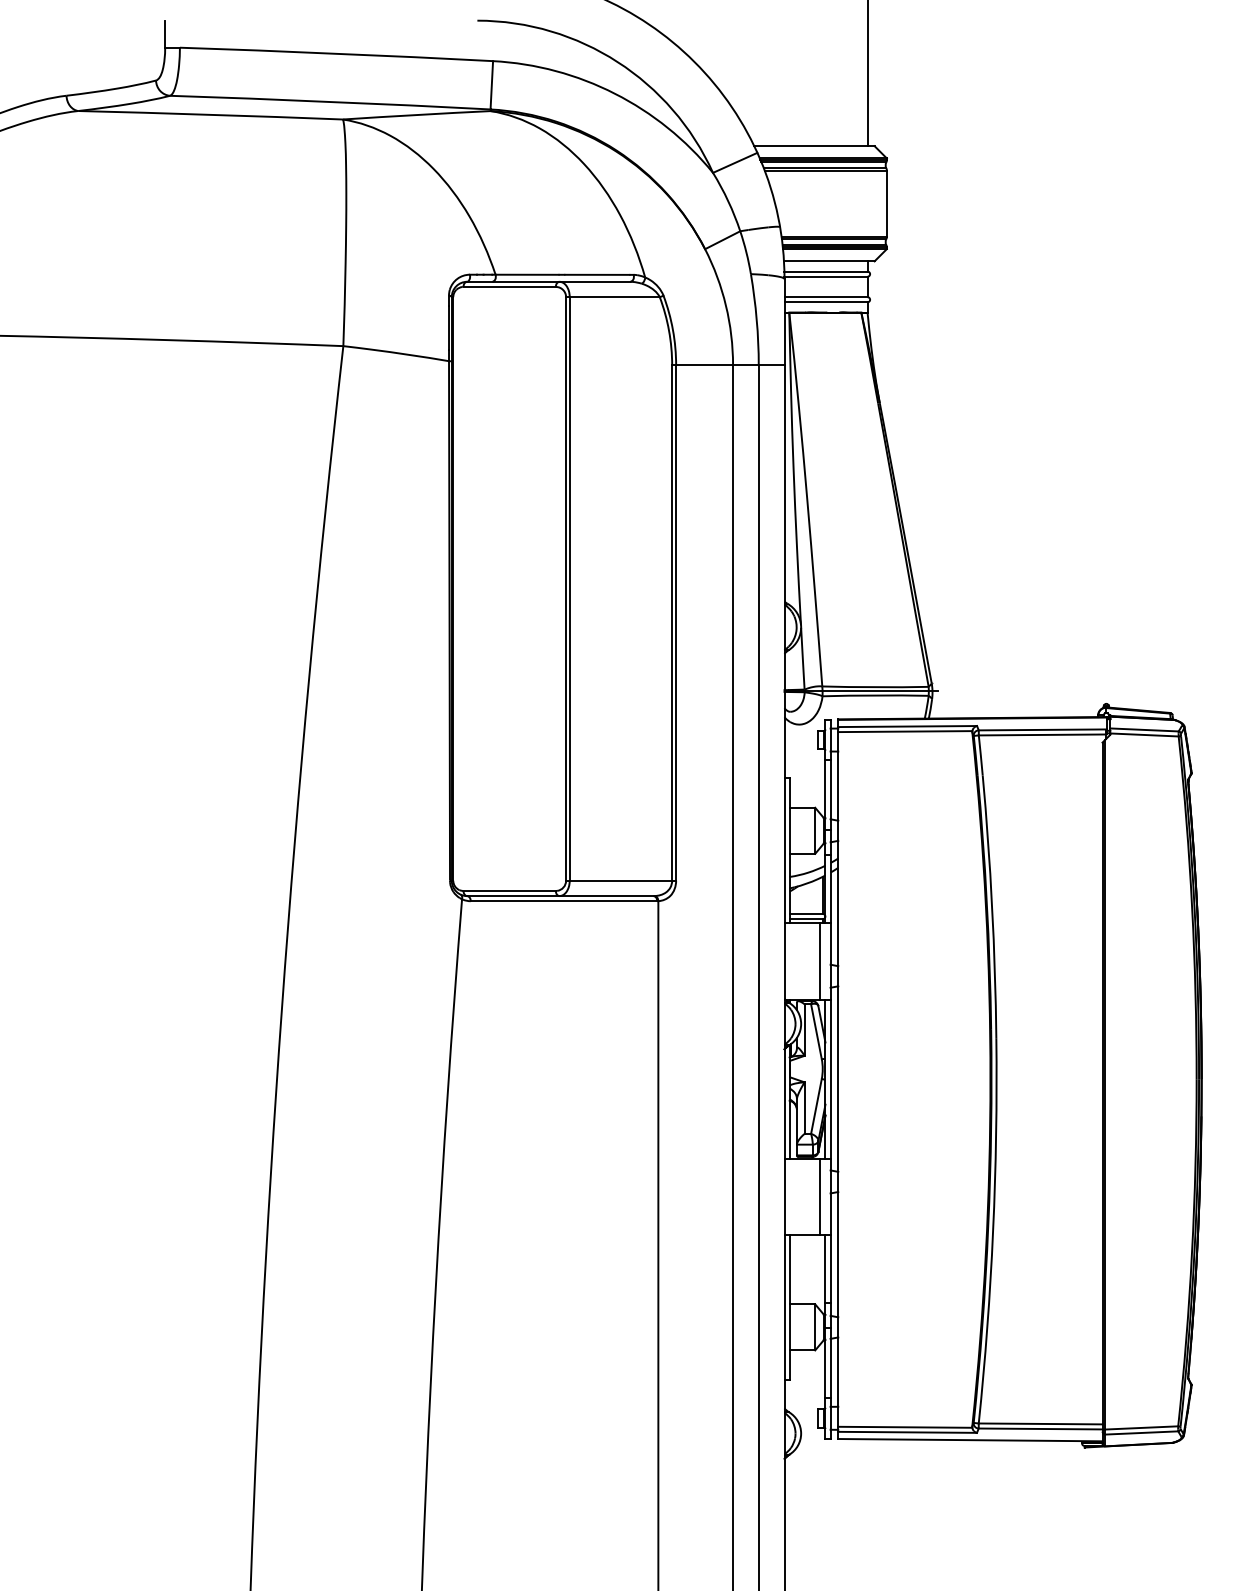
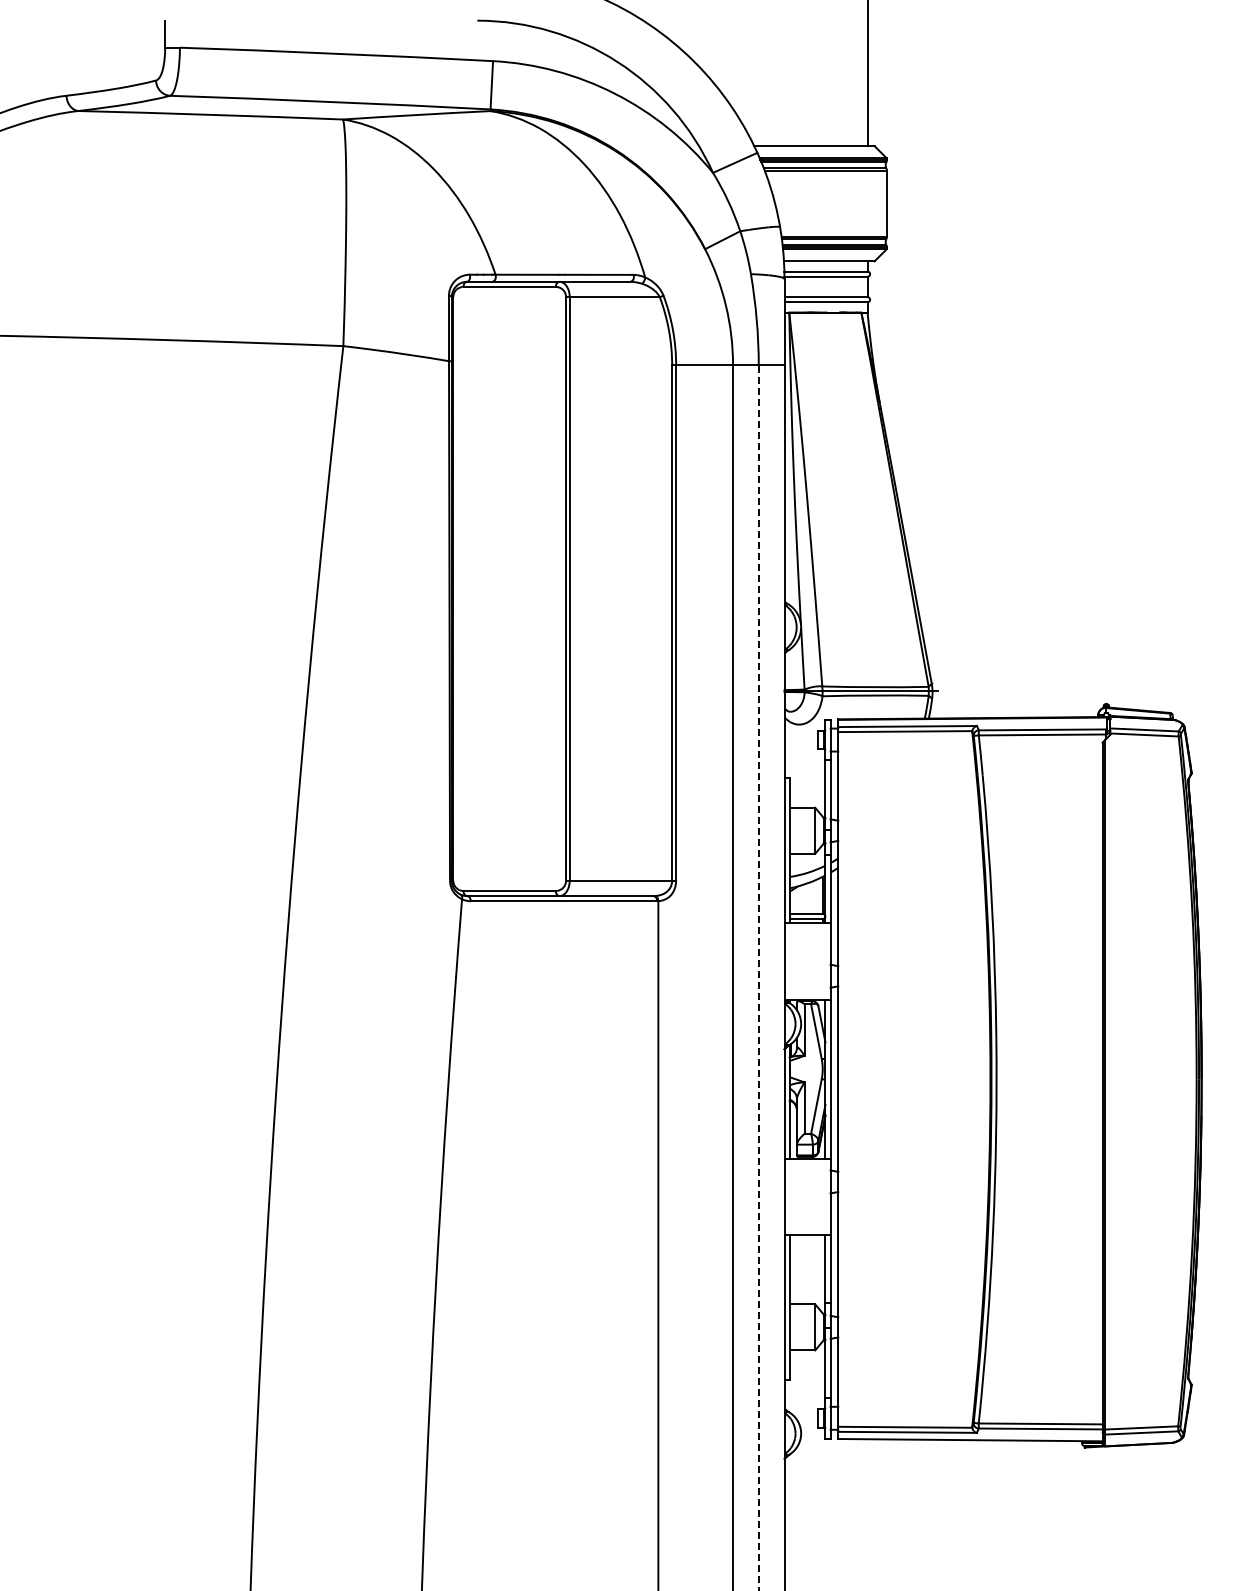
line at (820, 961): present -> none
line at (758, 977): solid -> dashed
line at (820, 1196): present -> none
